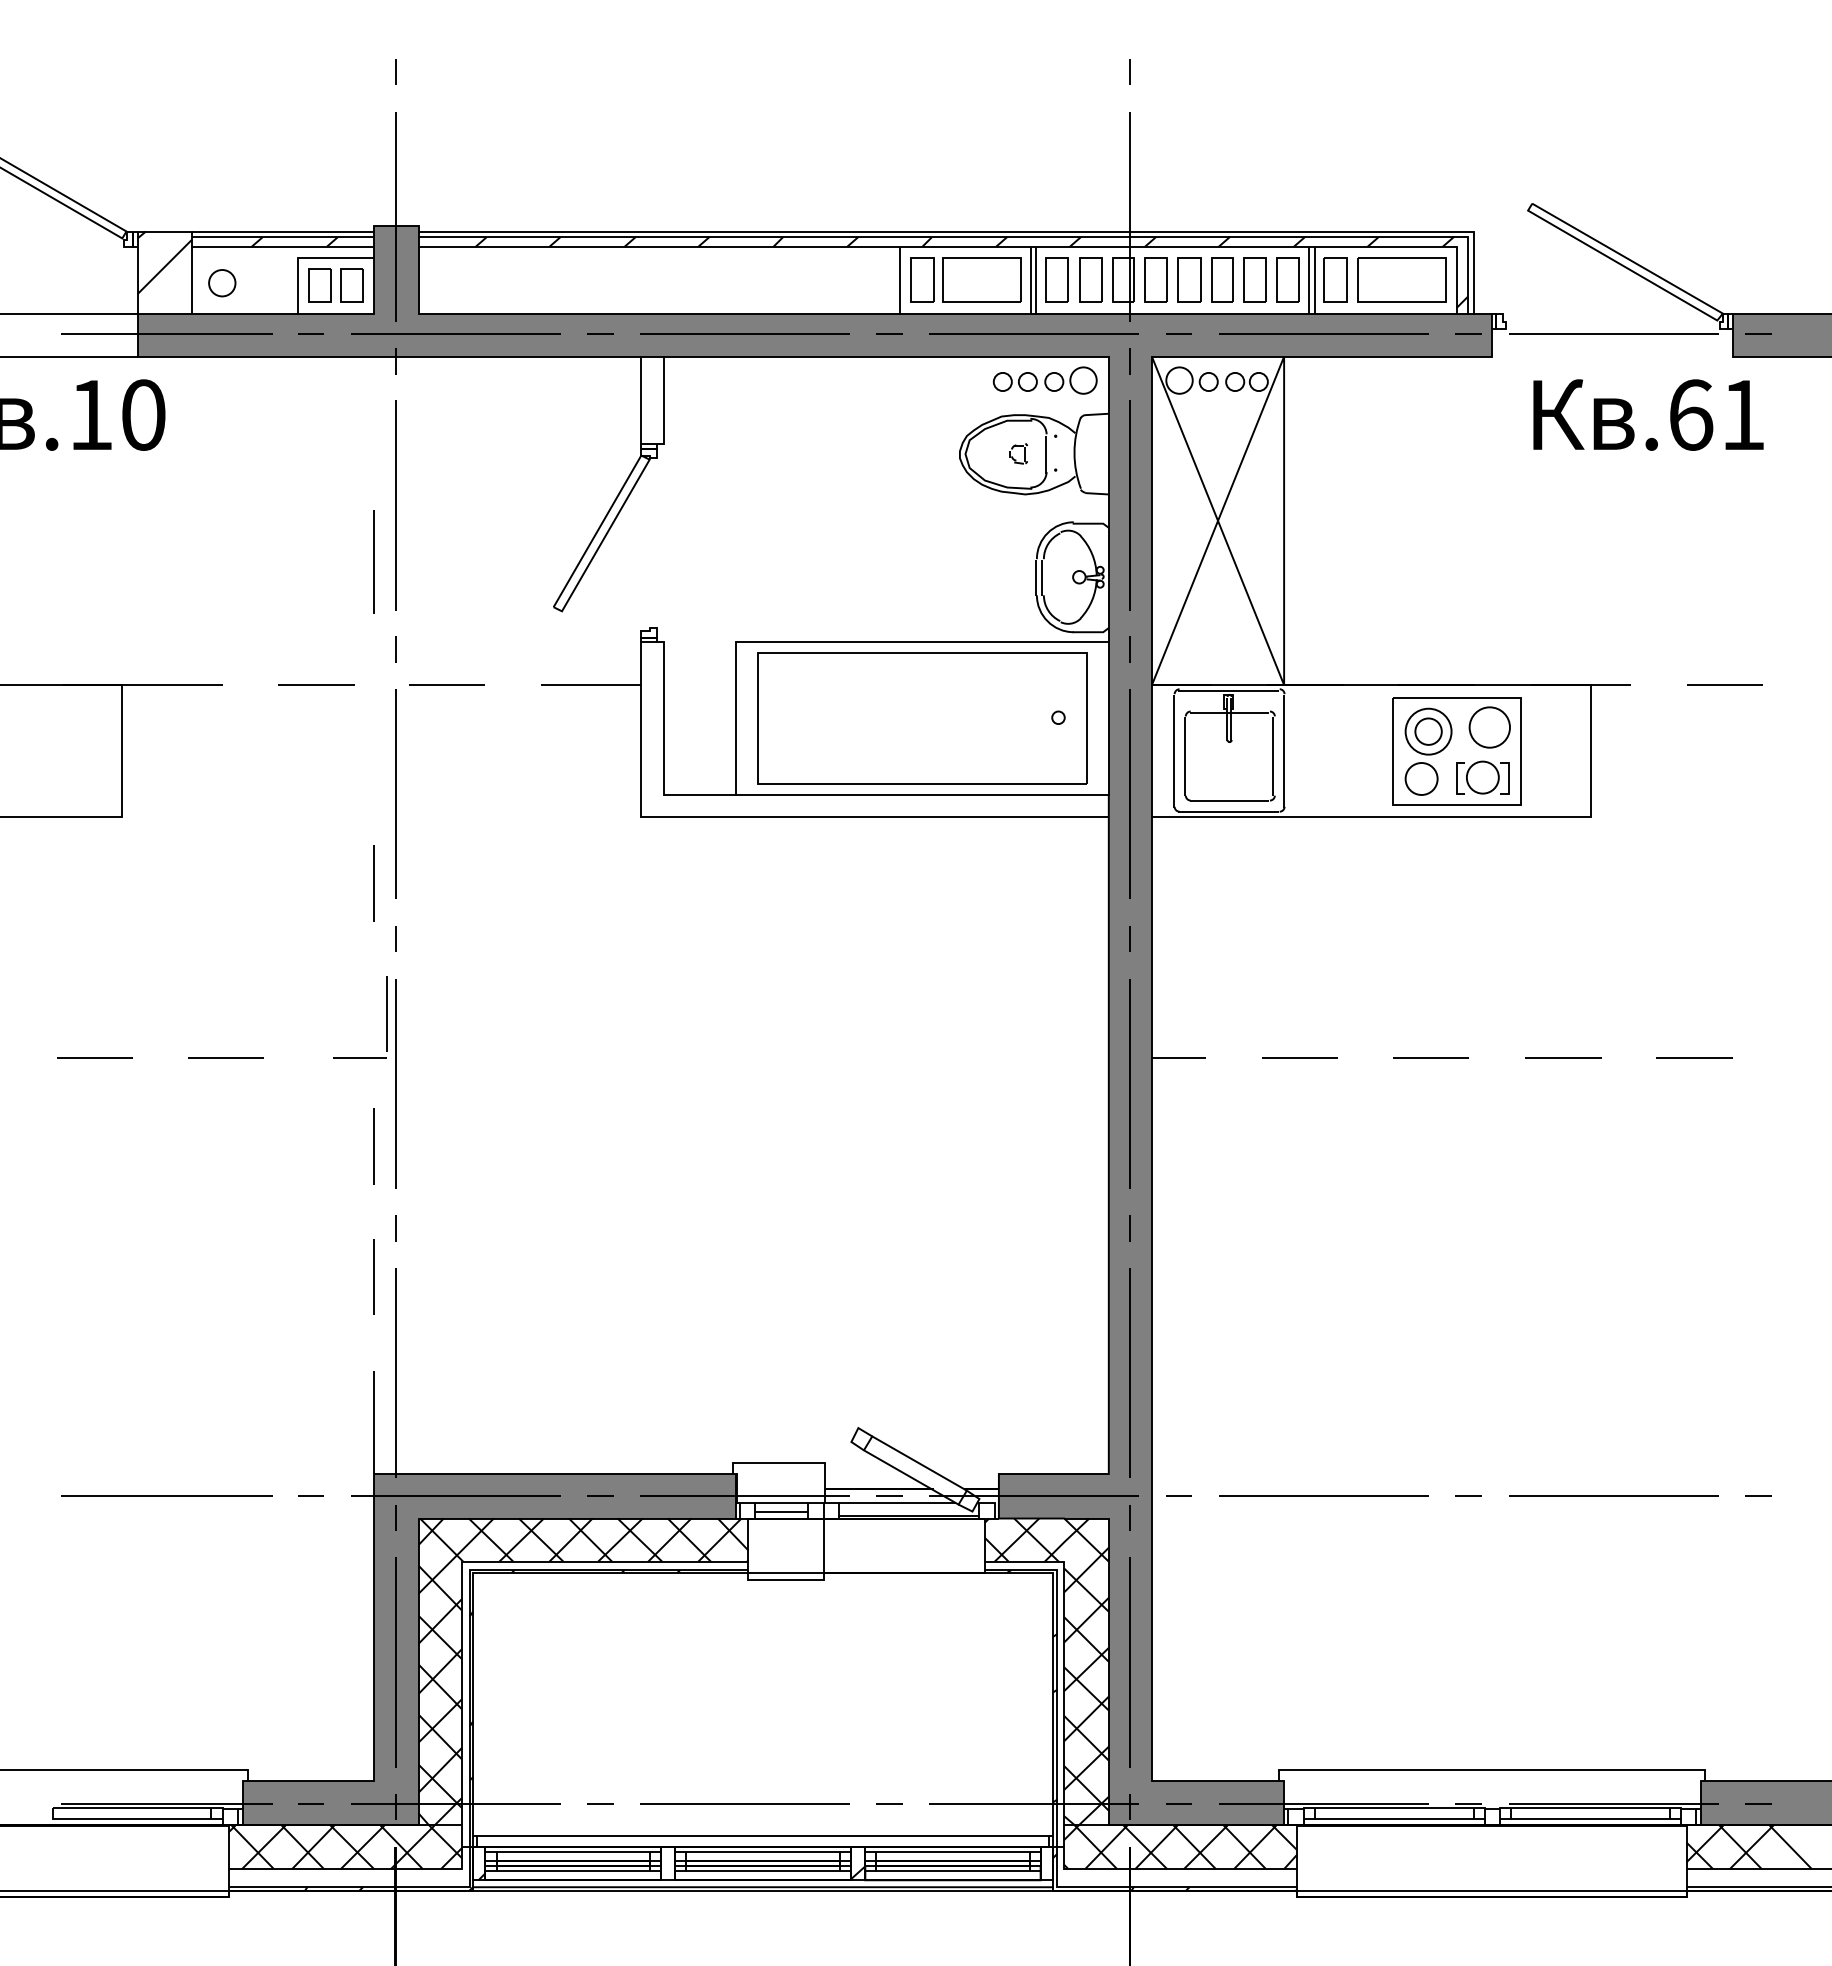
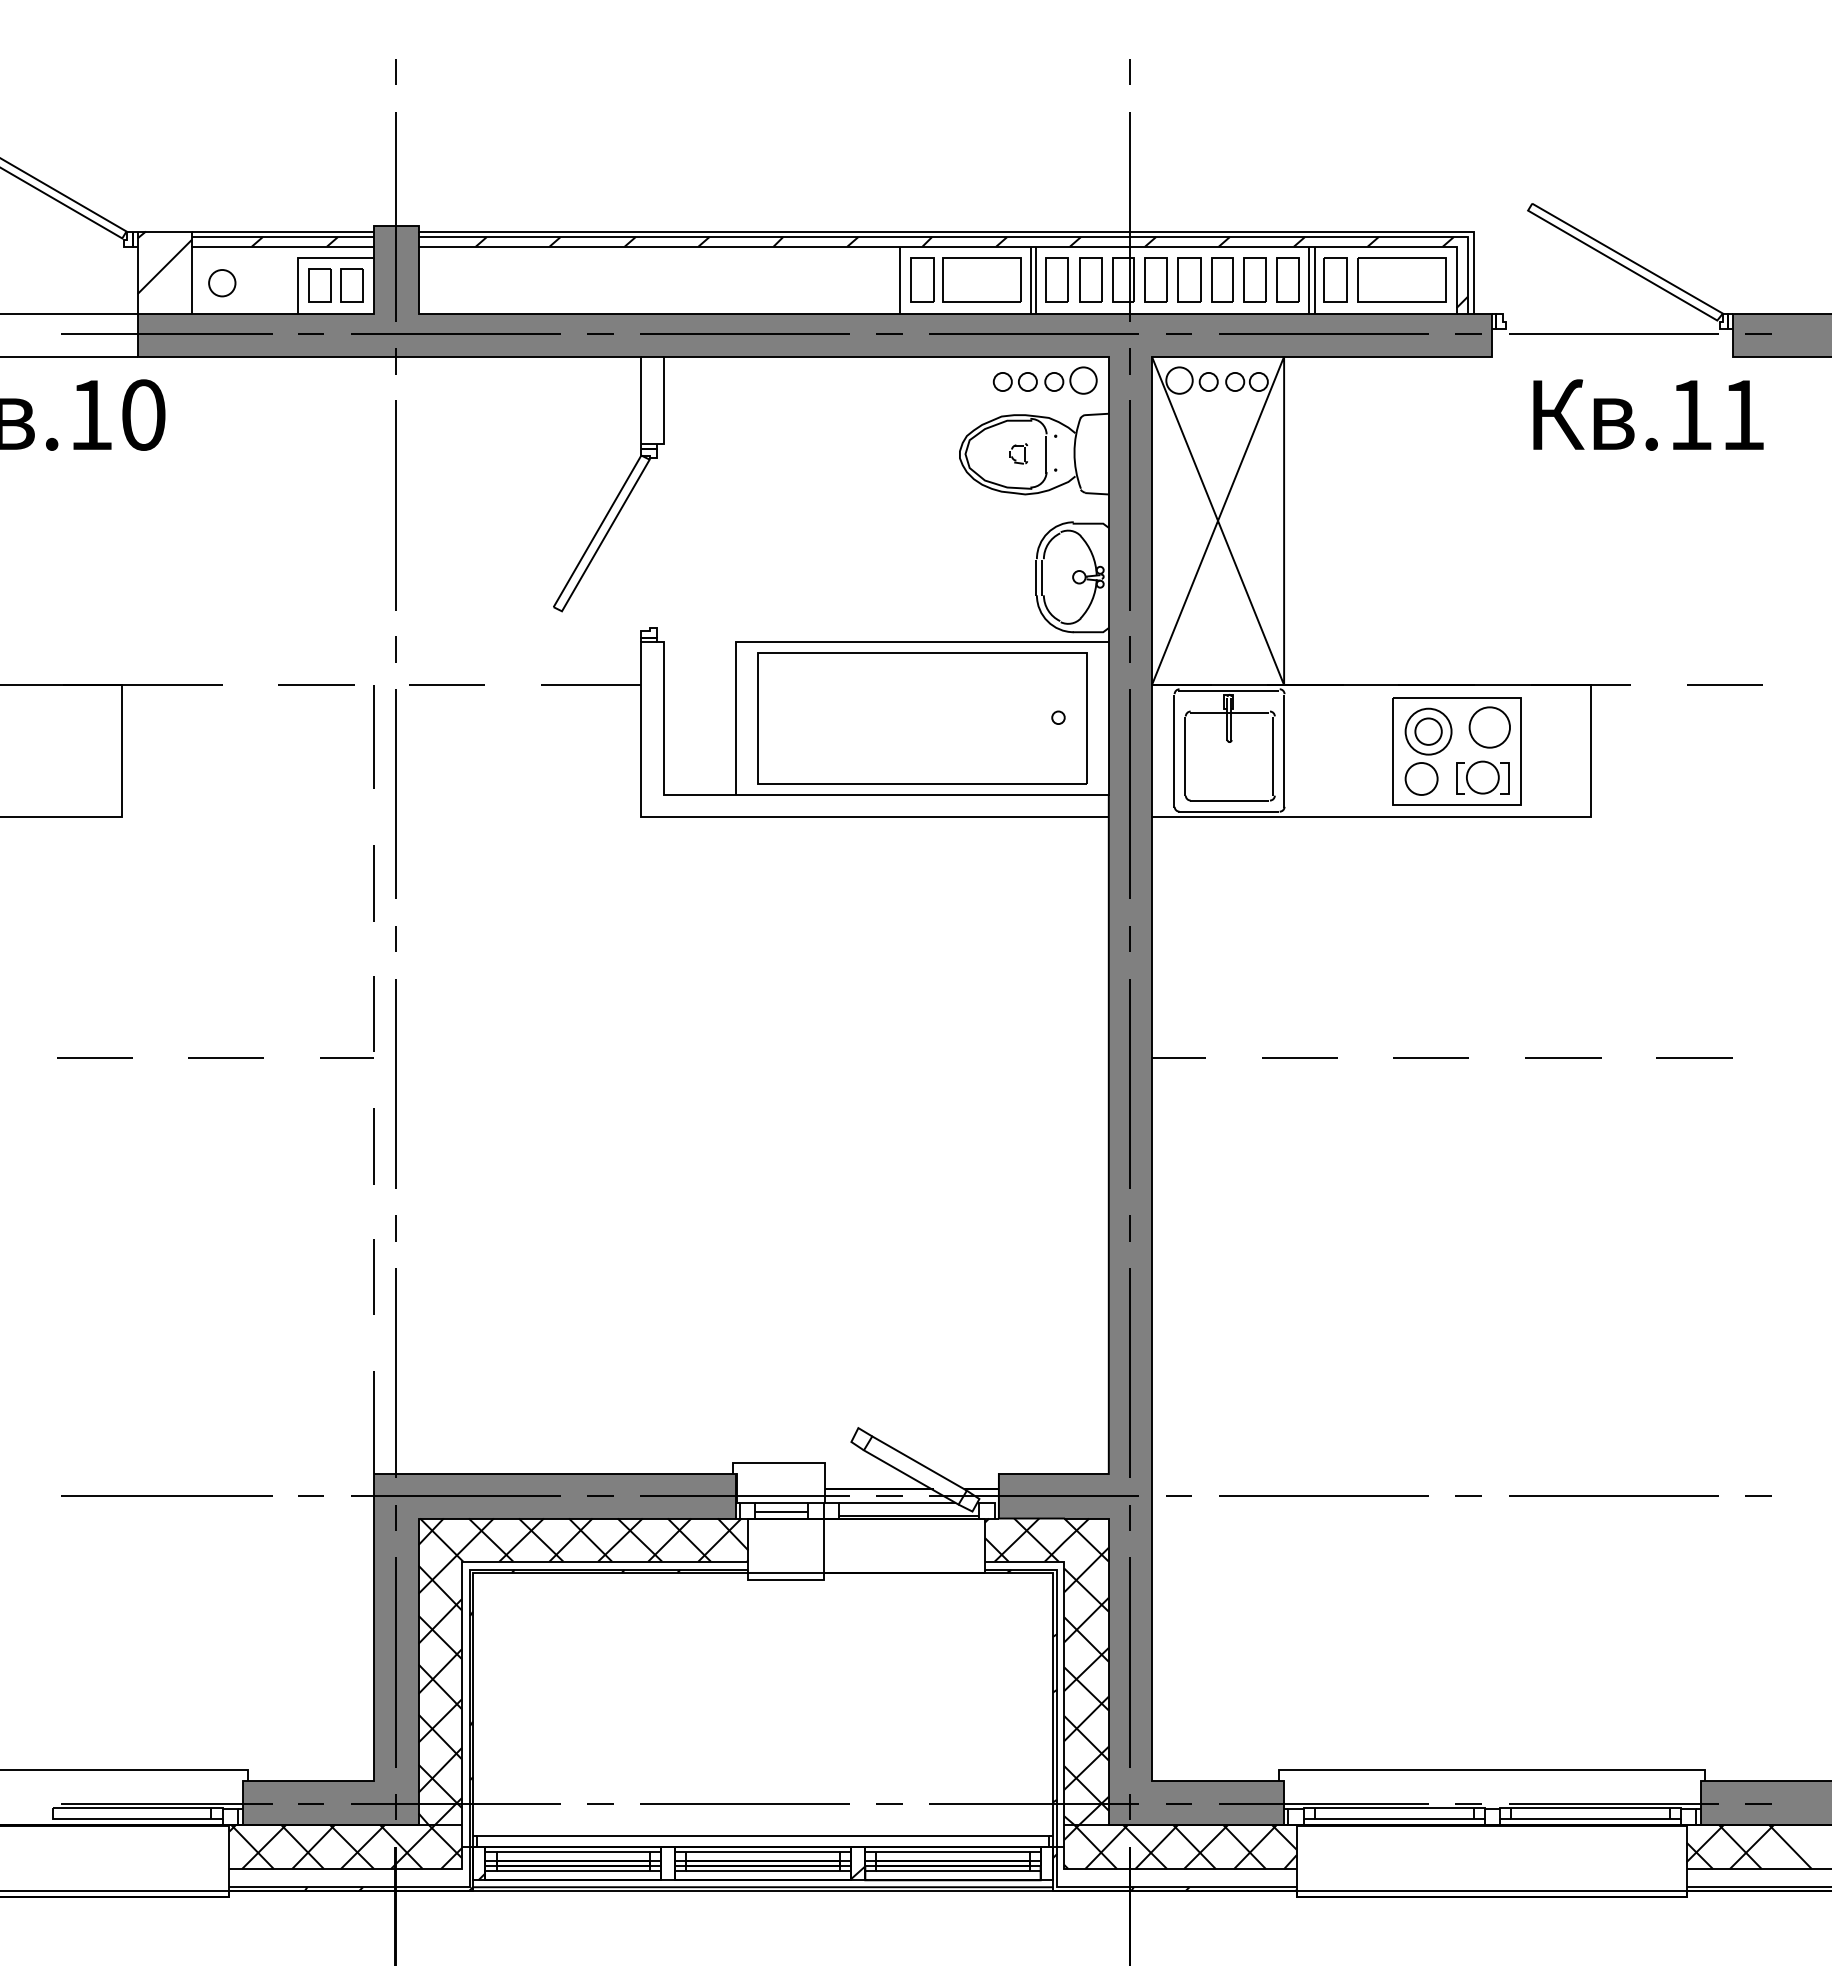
text at (1691, 414): .61 -> .11
line at (373, 561) position: (373, 561) -> (373, 736)
part at (386, 1017) position: (386, 1017) -> (373, 1017)
